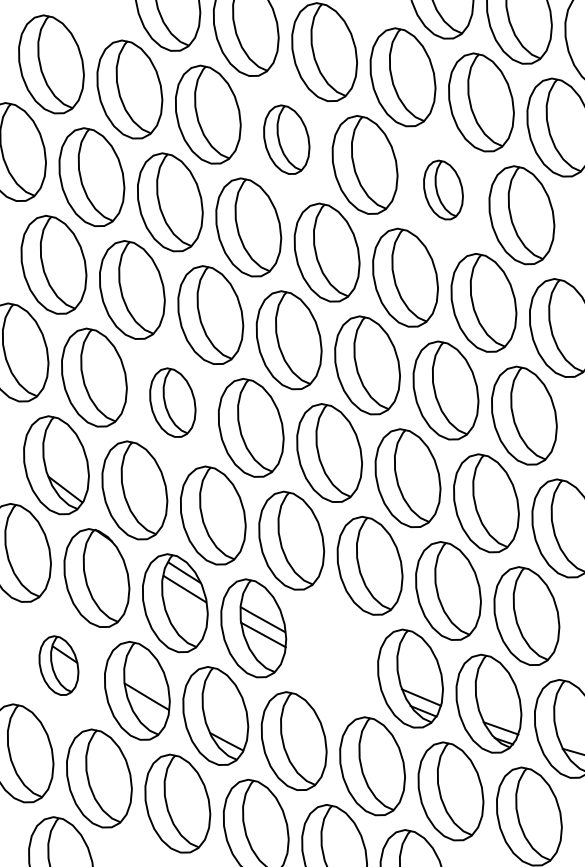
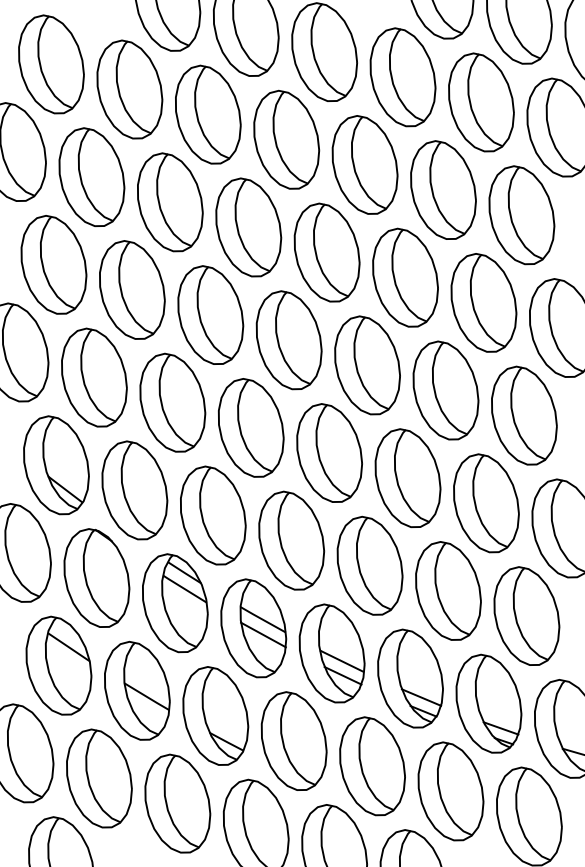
part at (286, 139) size: 48x71 px -> 68x101 px
part at (443, 189) size: 41x62 px -> 67x100 px
part at (172, 402) size: 48x71 px -> 68x101 px
part at (331, 653): none -> present
part at (58, 665) size: 42x61 px -> 68x101 px
